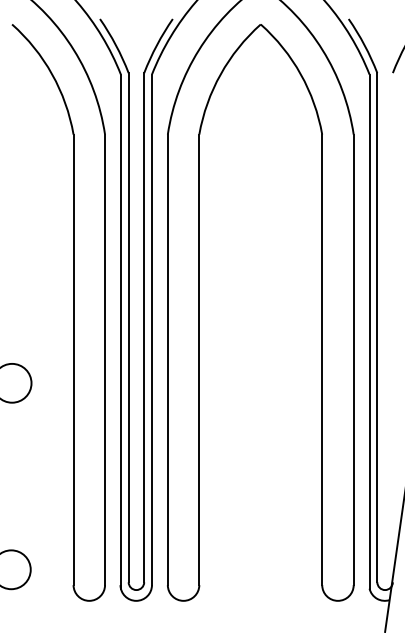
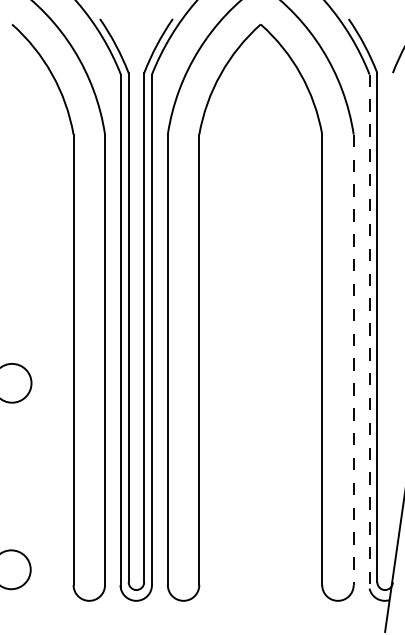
line at (369, 332): solid -> dashed
line at (353, 360): solid -> dashed
